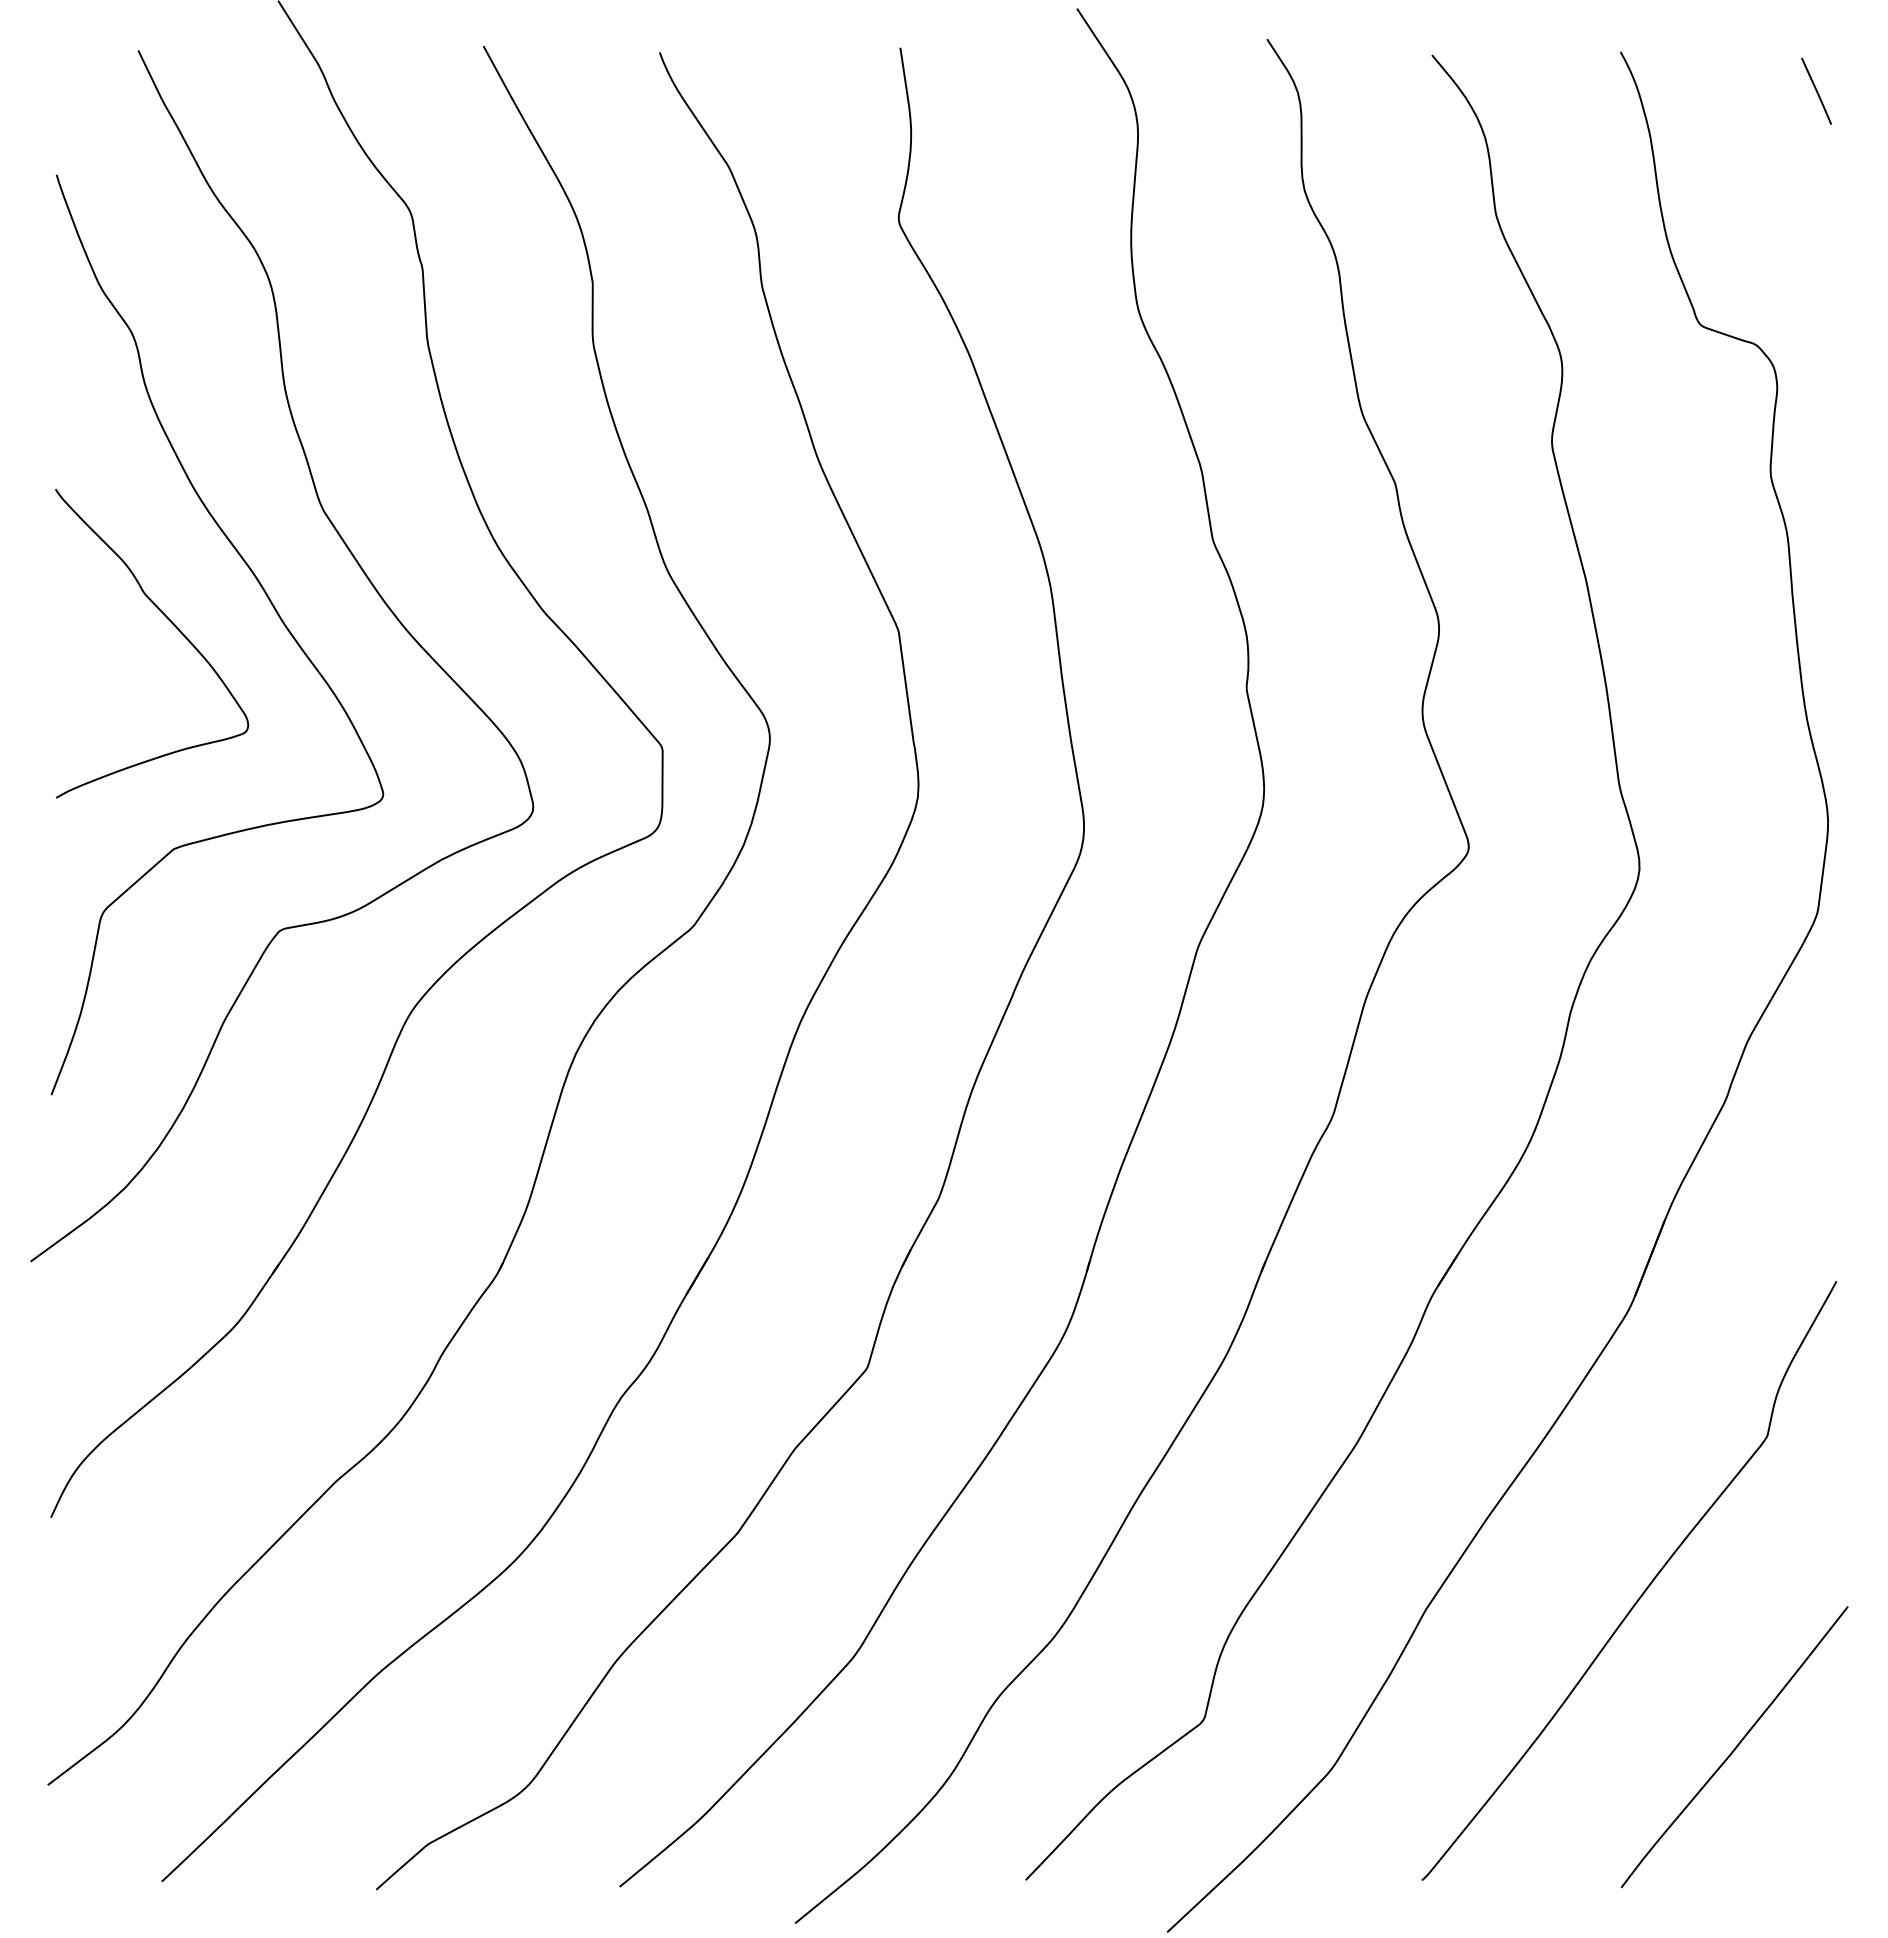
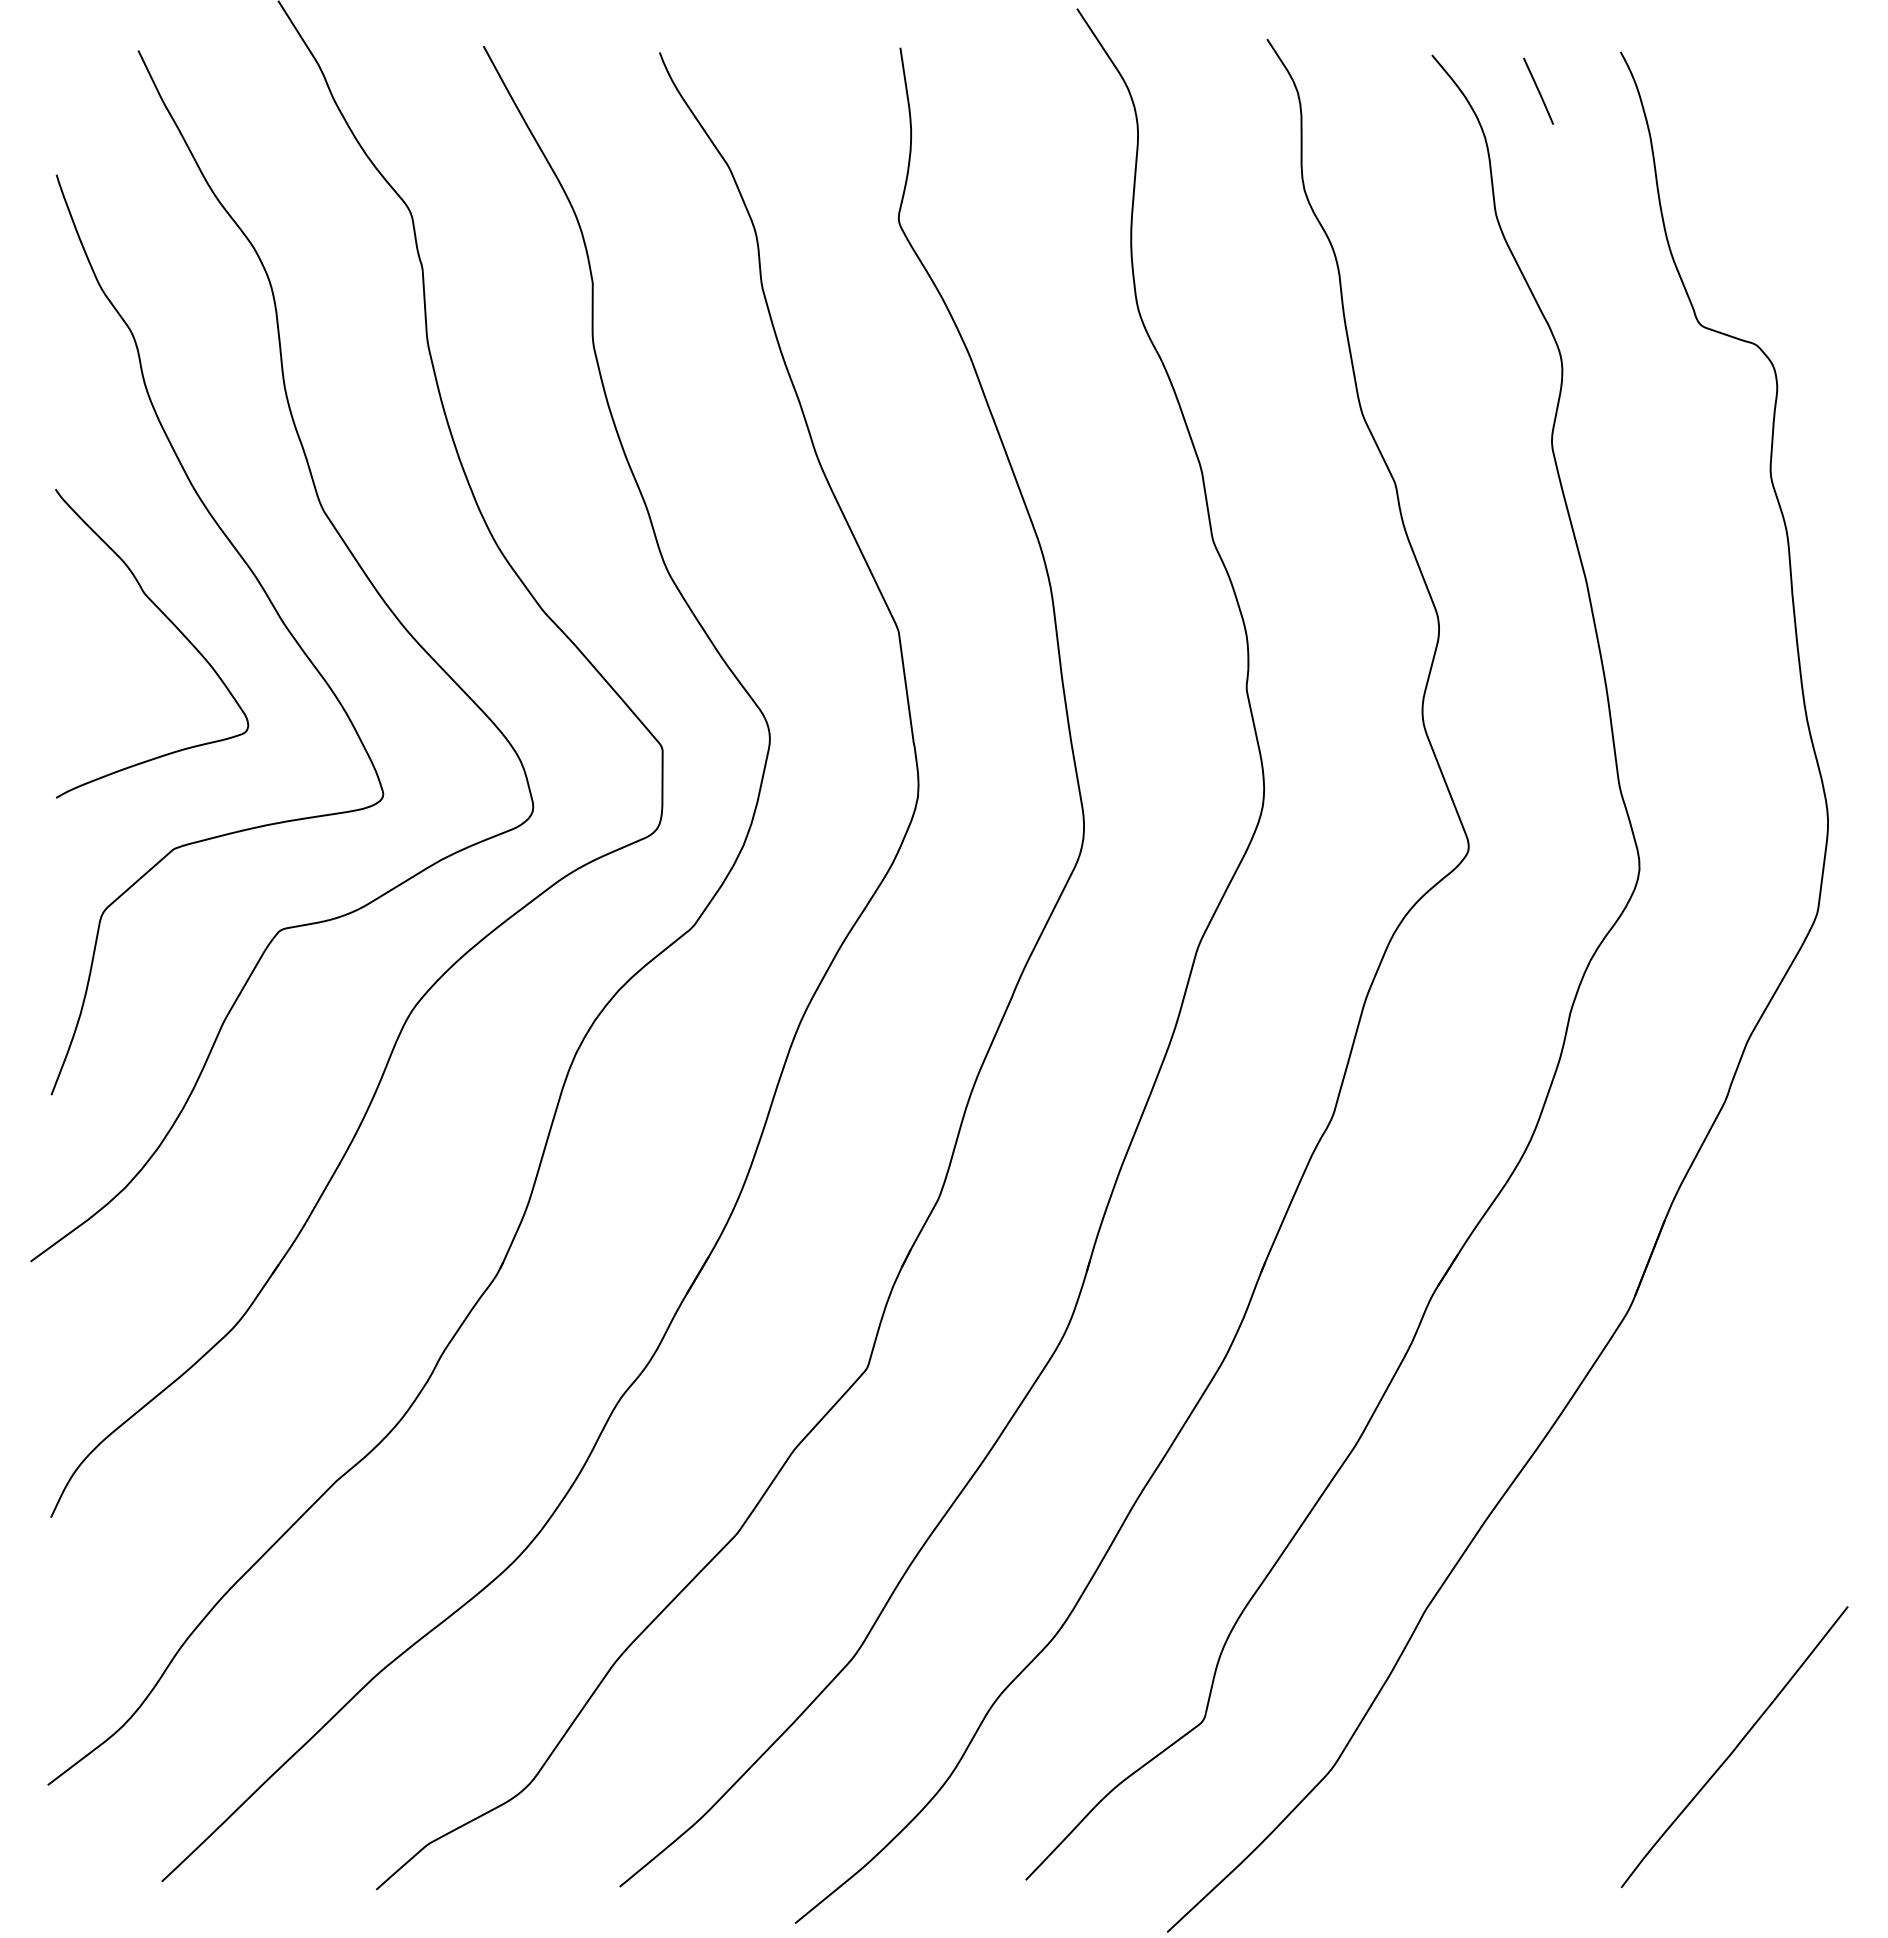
line at (1816, 90) position: (1816, 90) -> (1538, 90)
curve at (1642, 1592): present -> none
